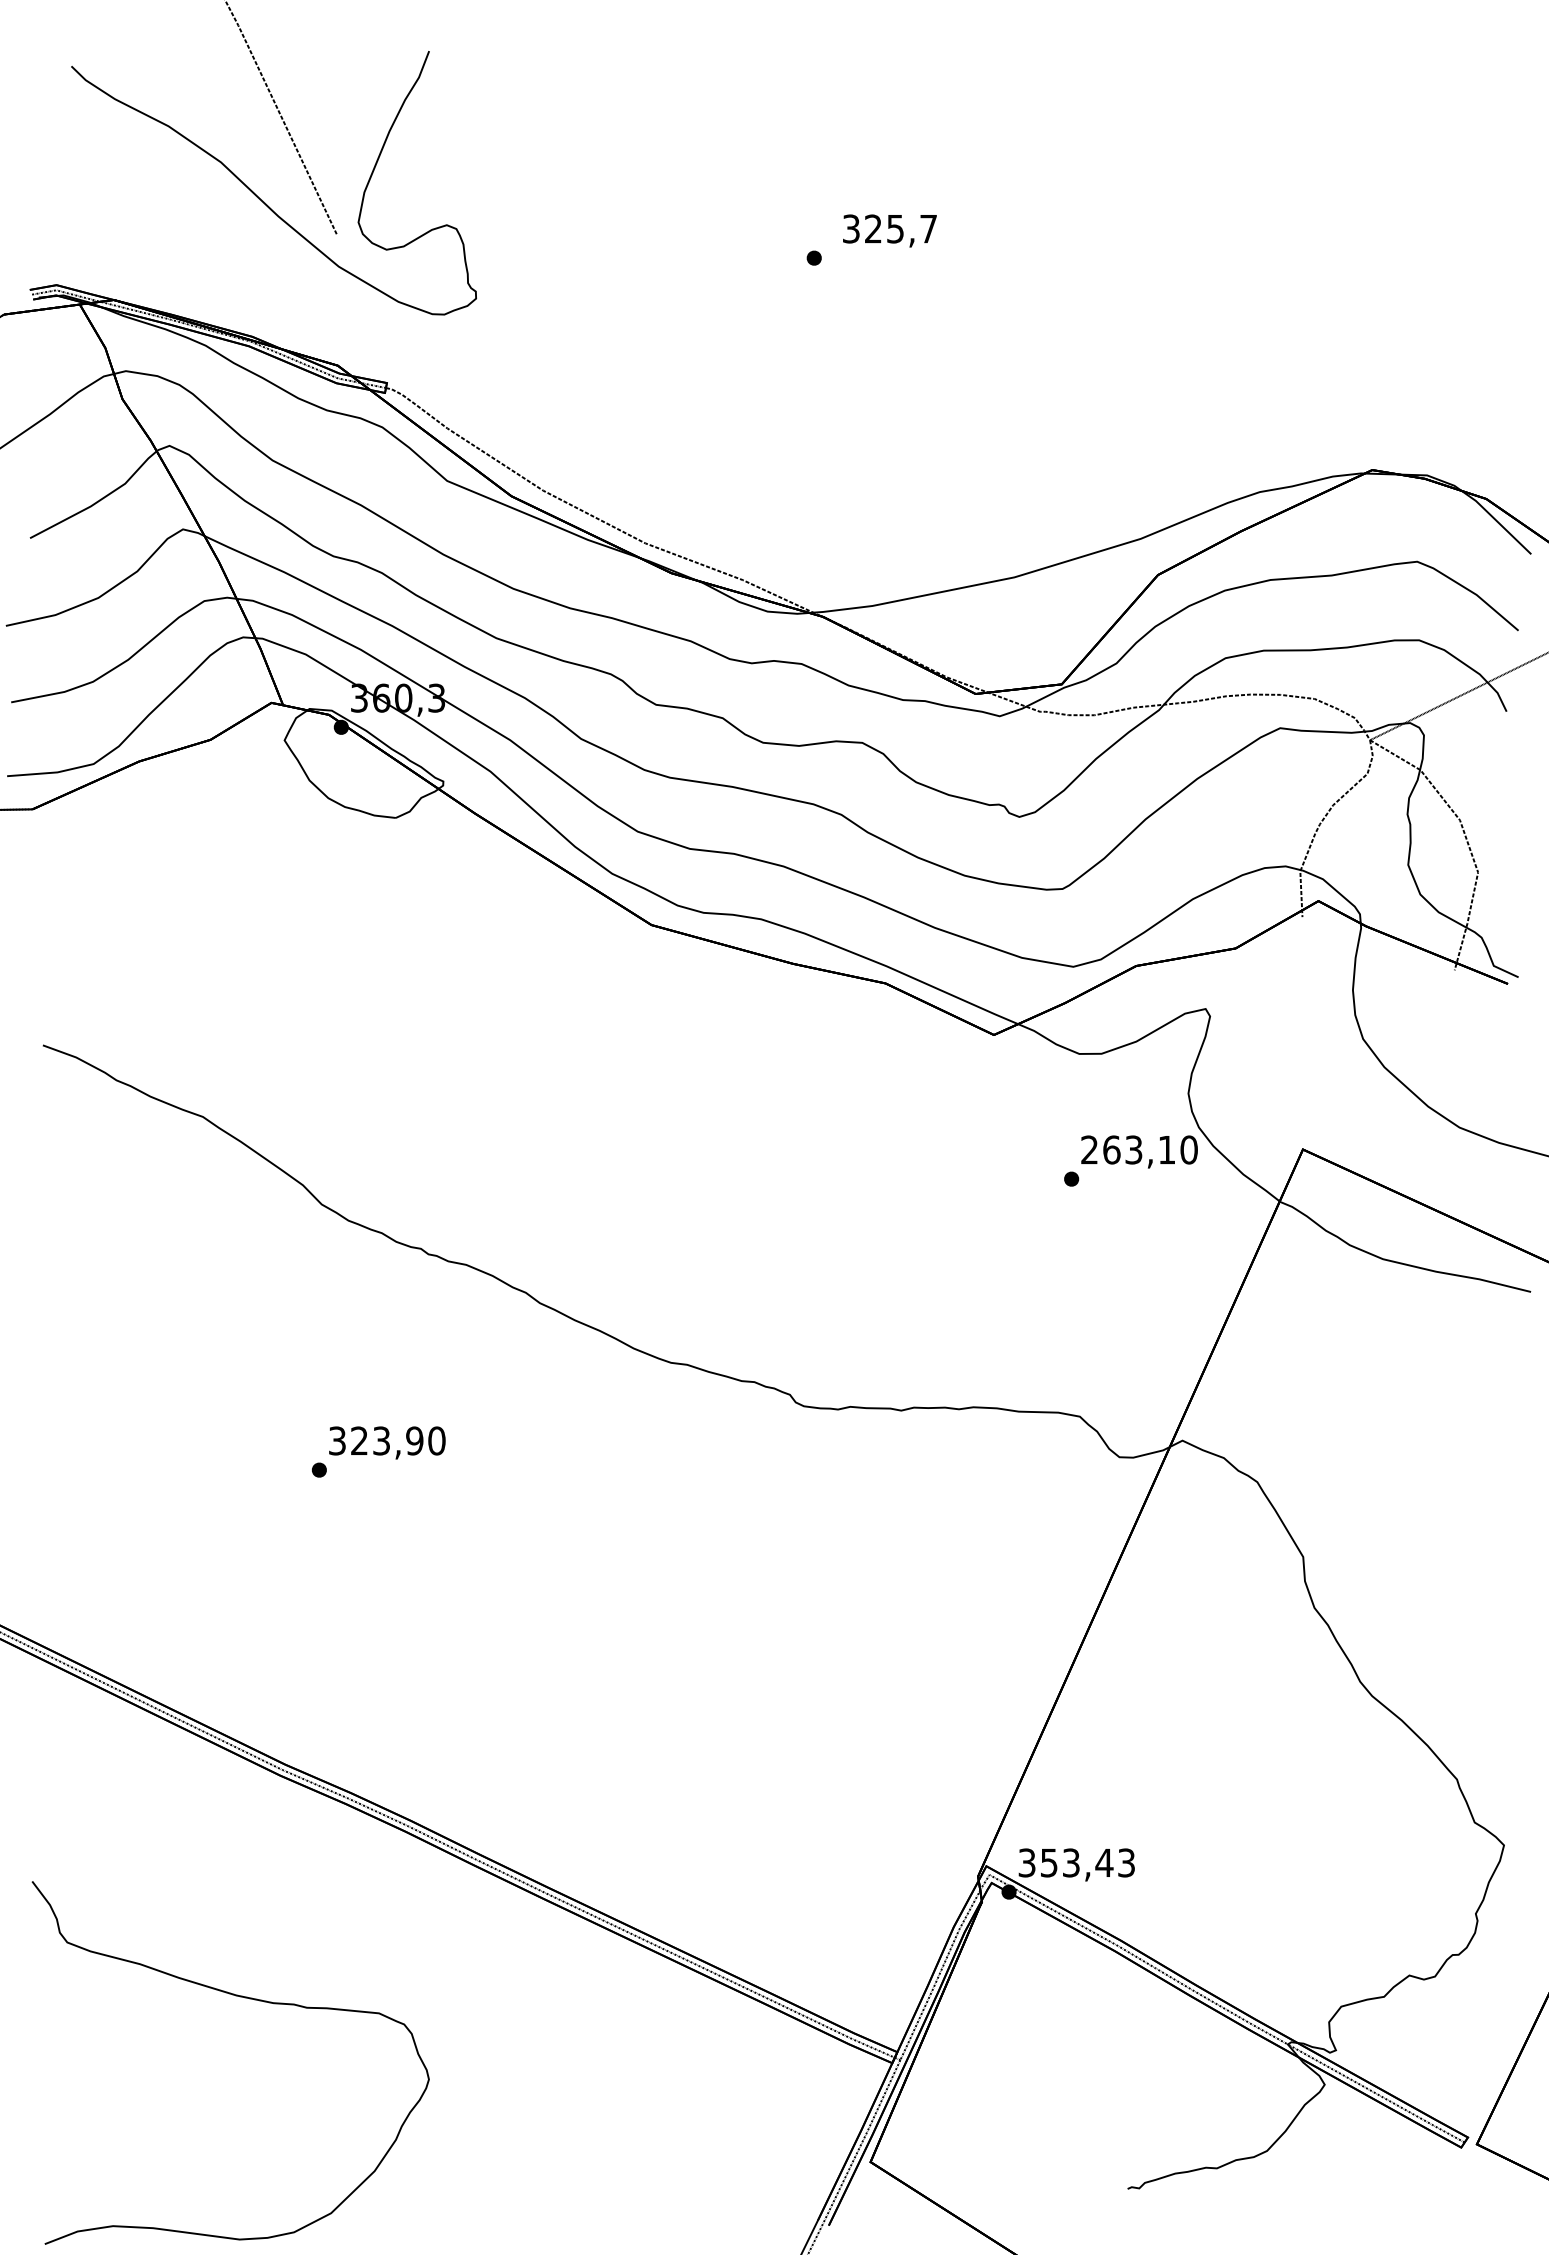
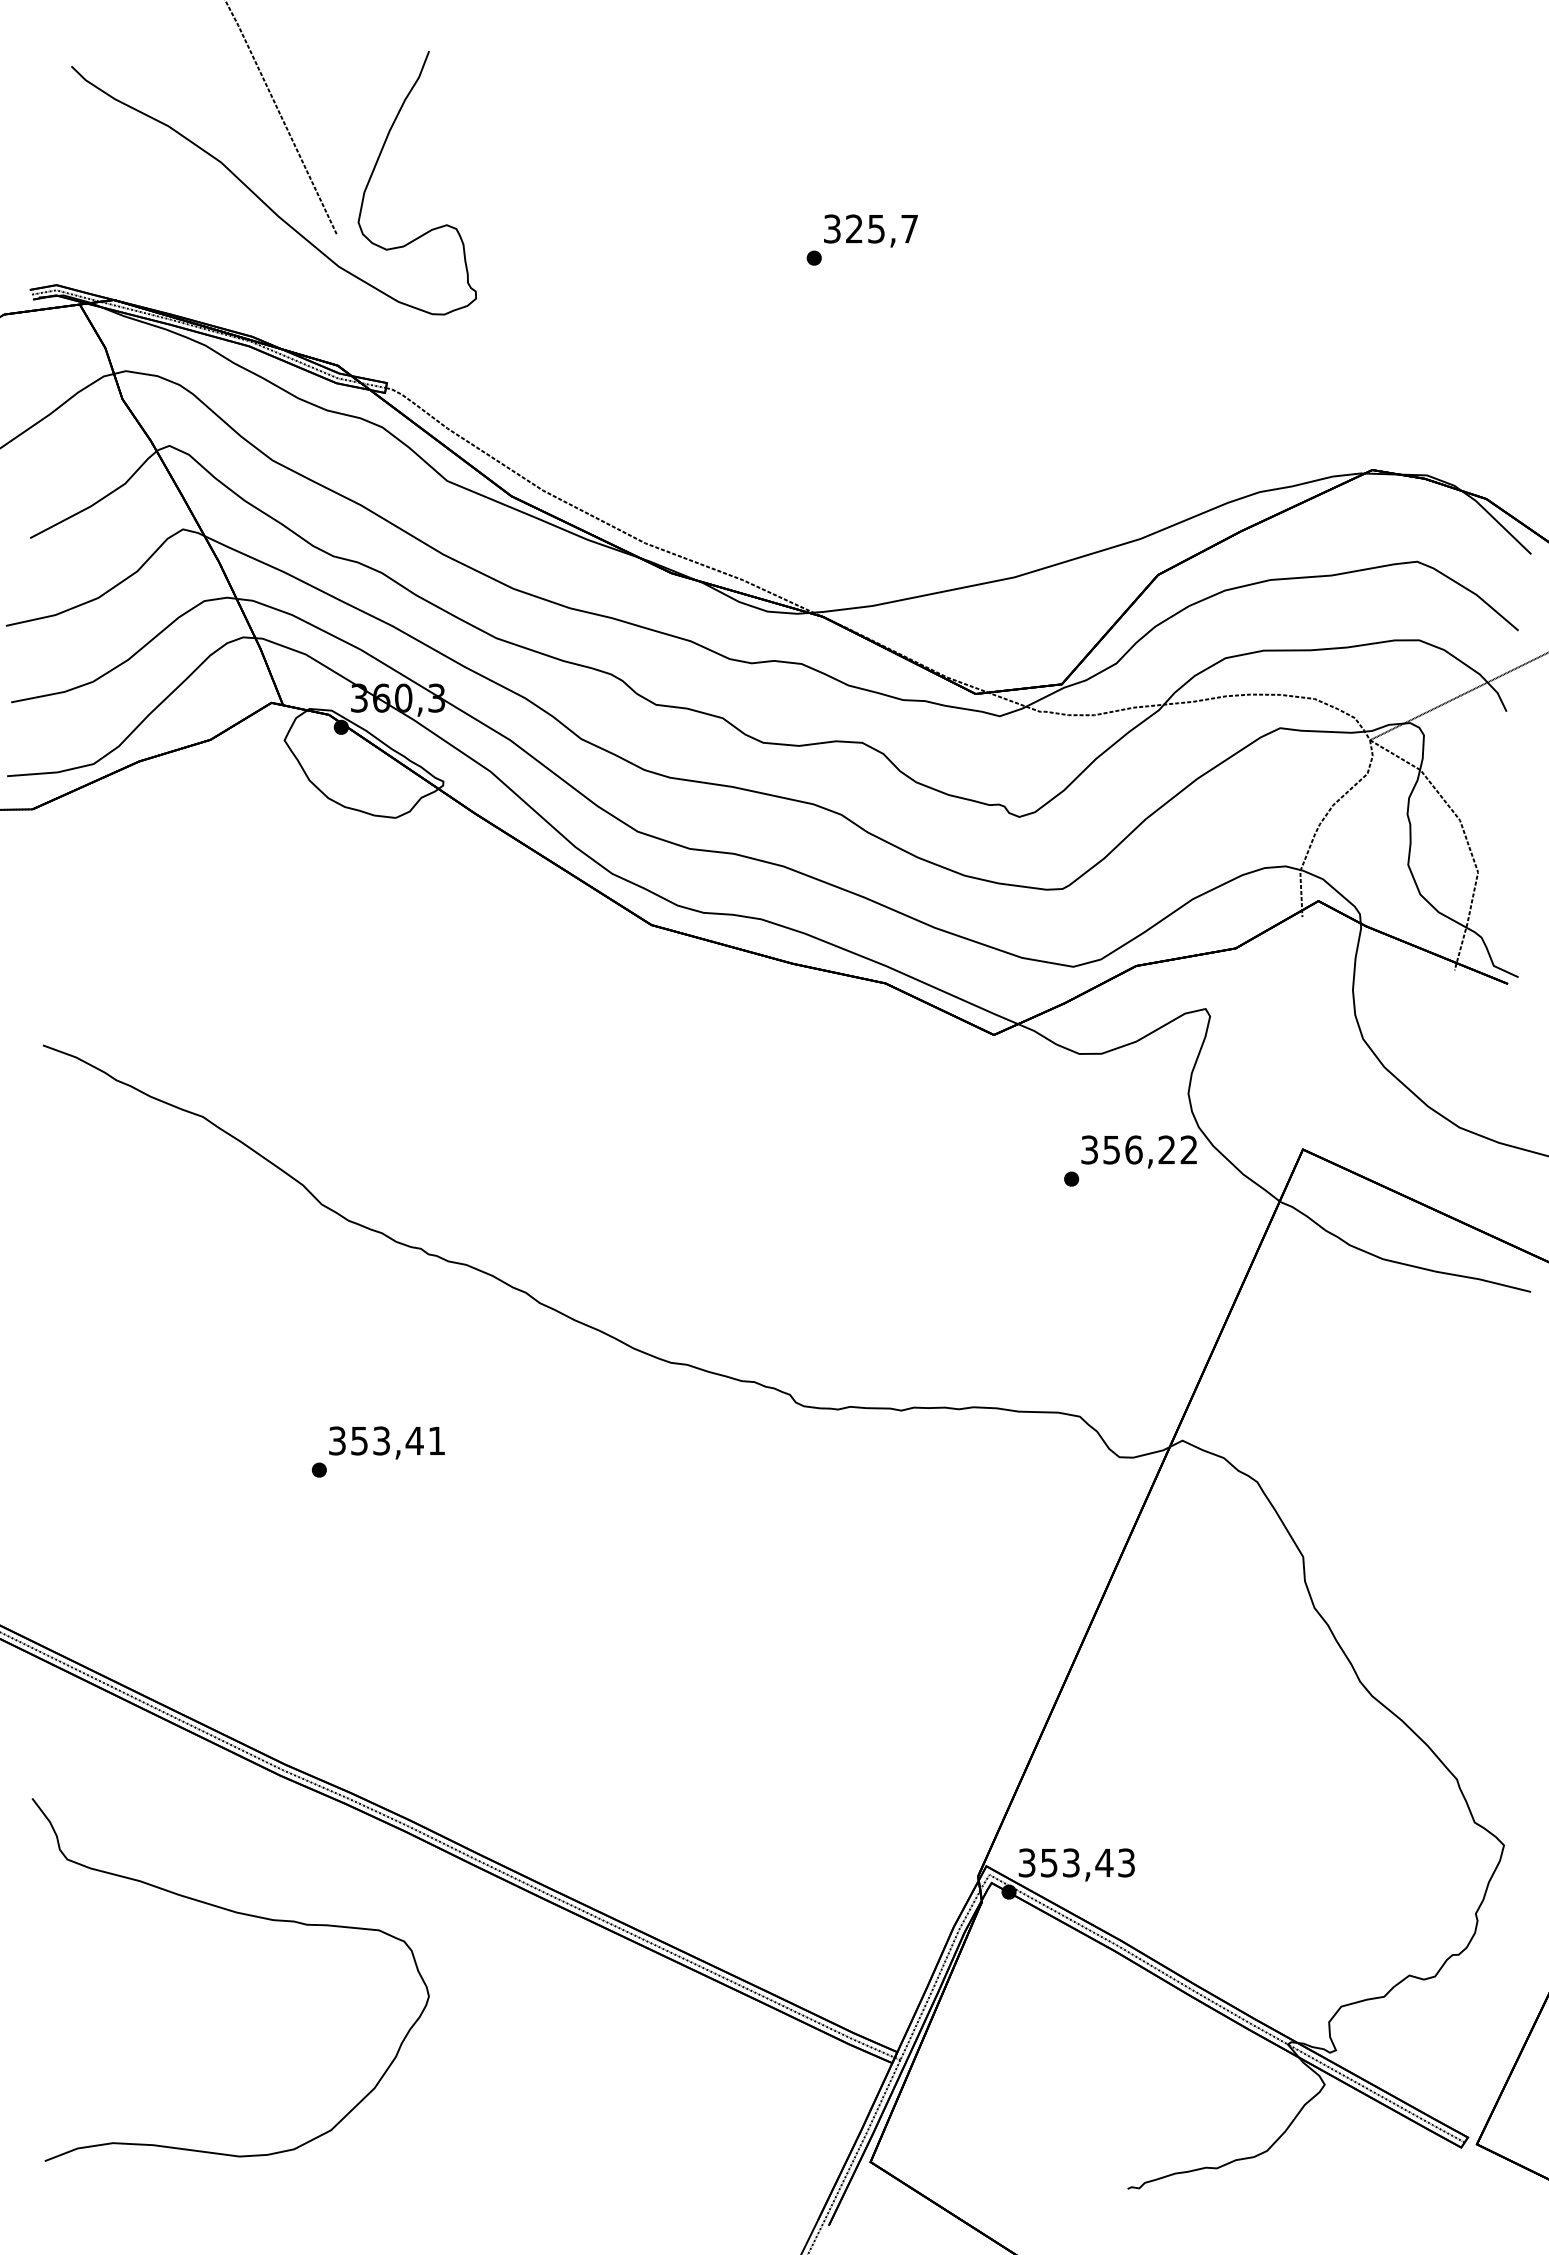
text at (889, 230) position: (889, 230) -> (870, 230)
text at (1139, 1149): 263,10 -> 356,22
text at (398, 1440): 323,90 -> 353,41
curve at (244, 1998) position: (244, 1998) -> (244, 1915)
